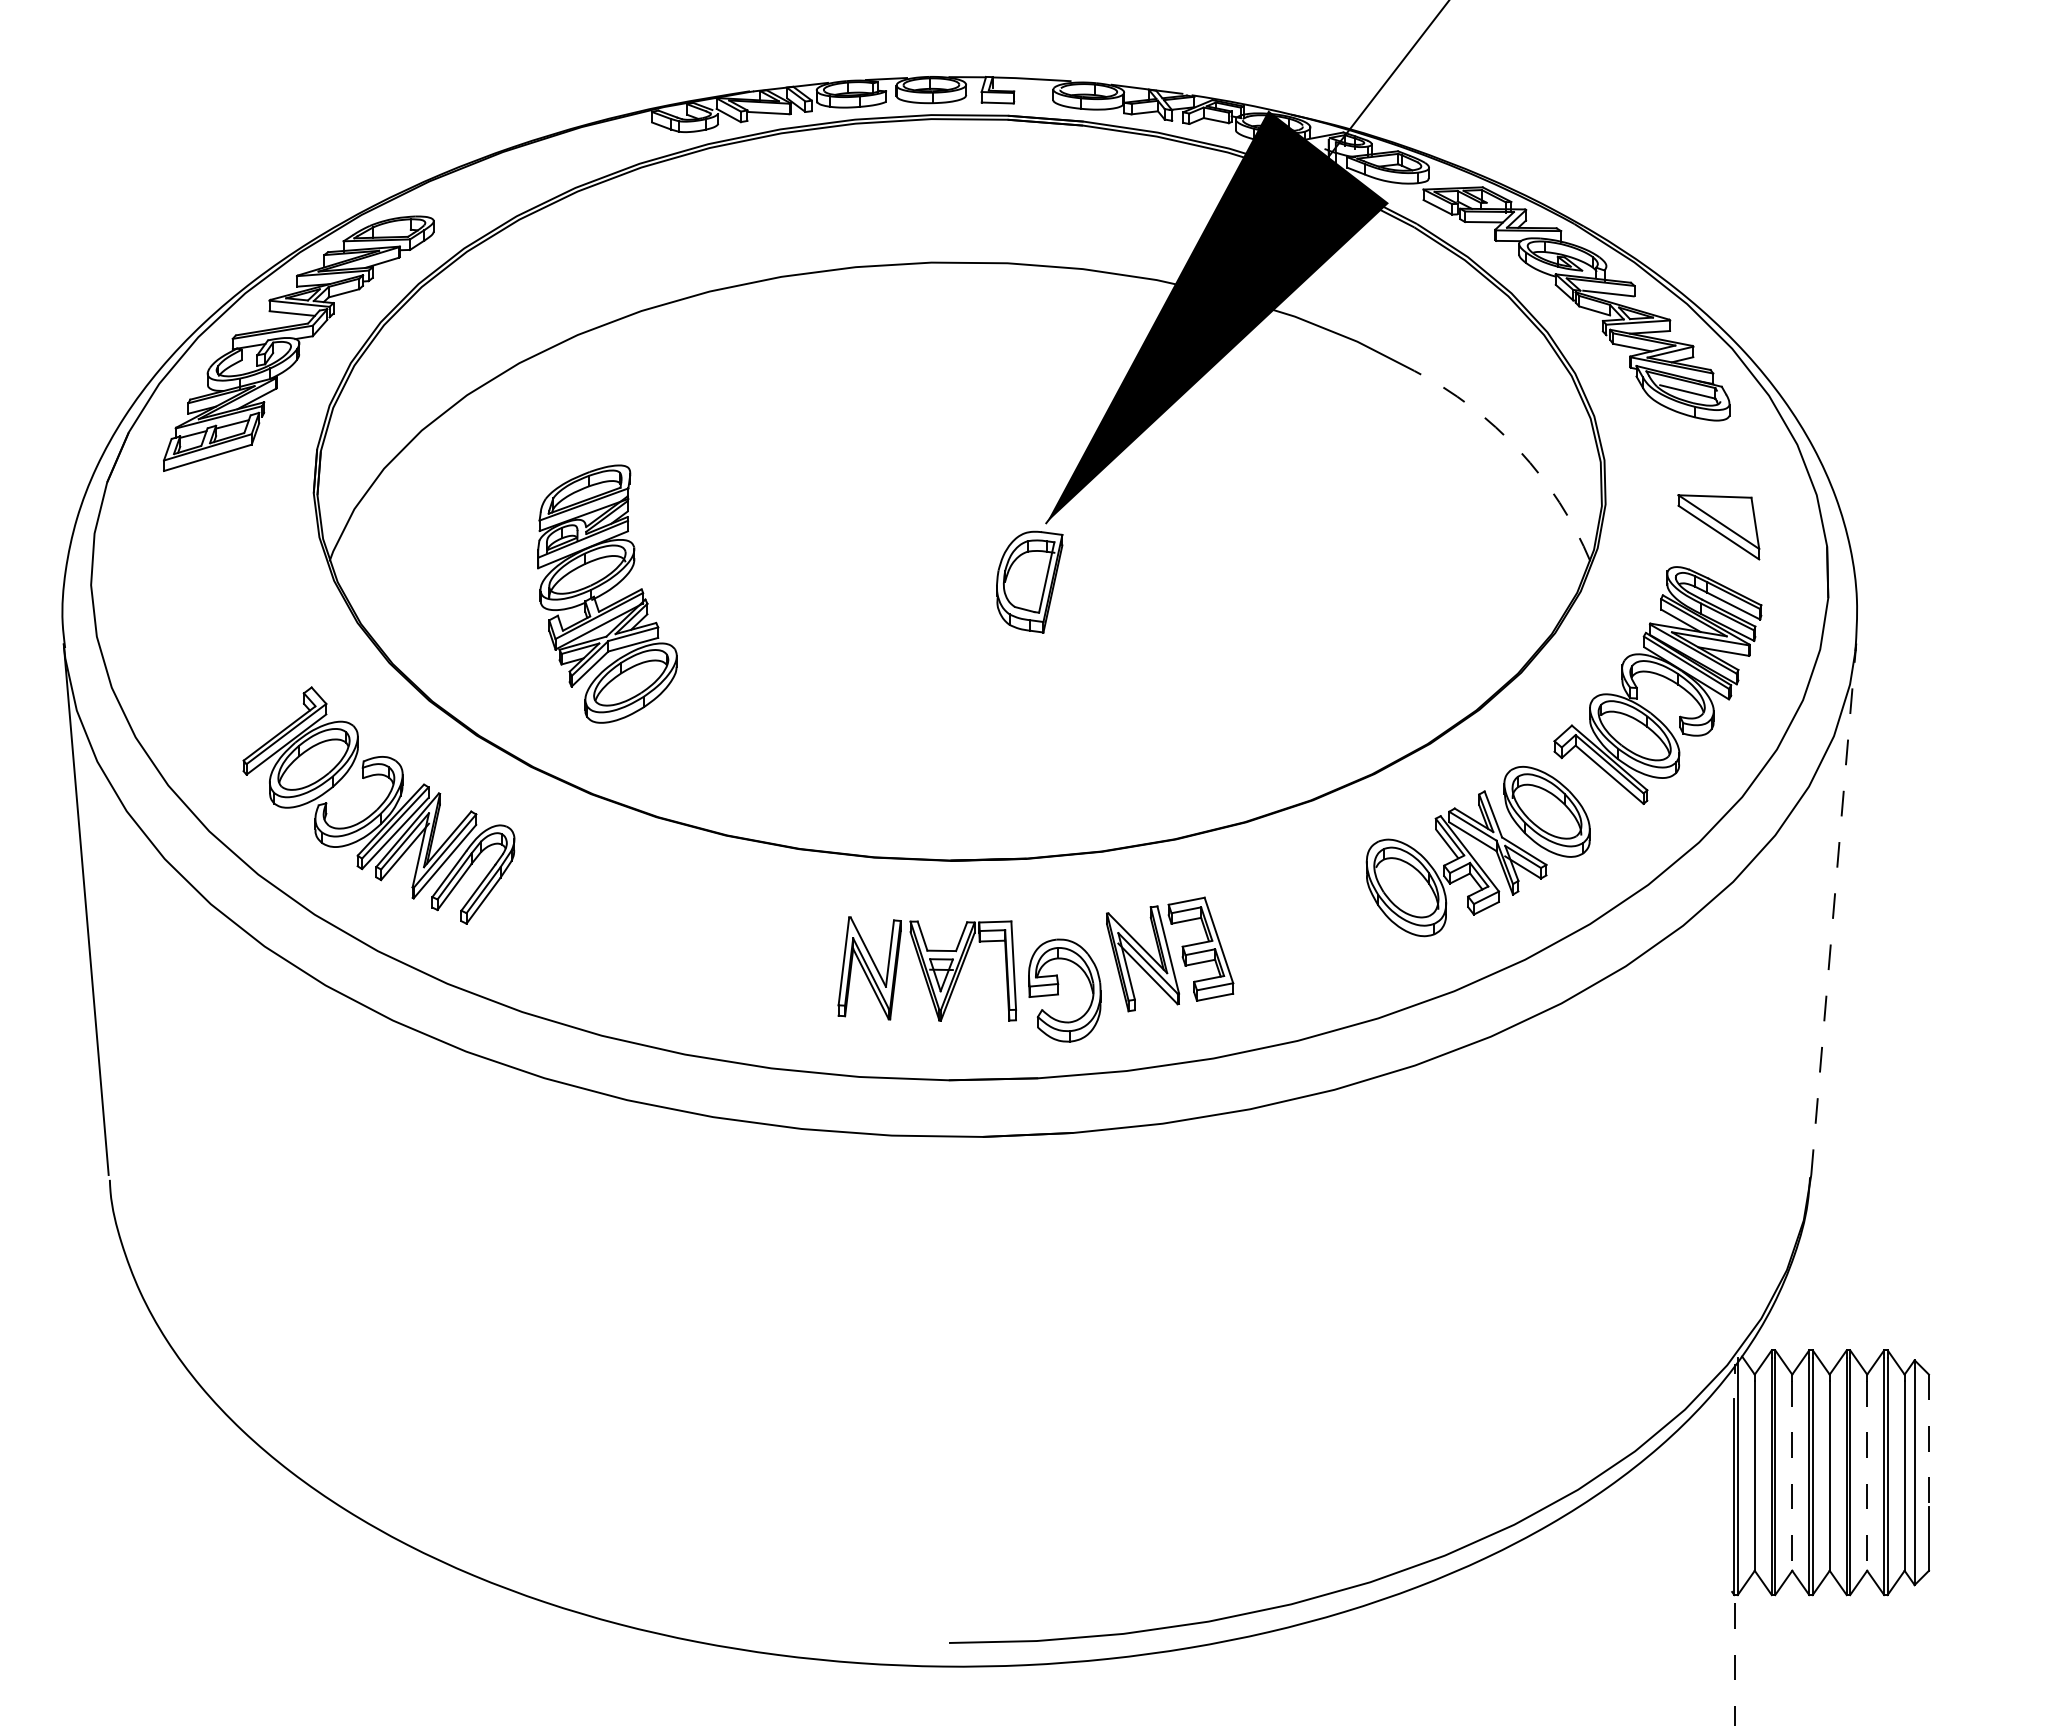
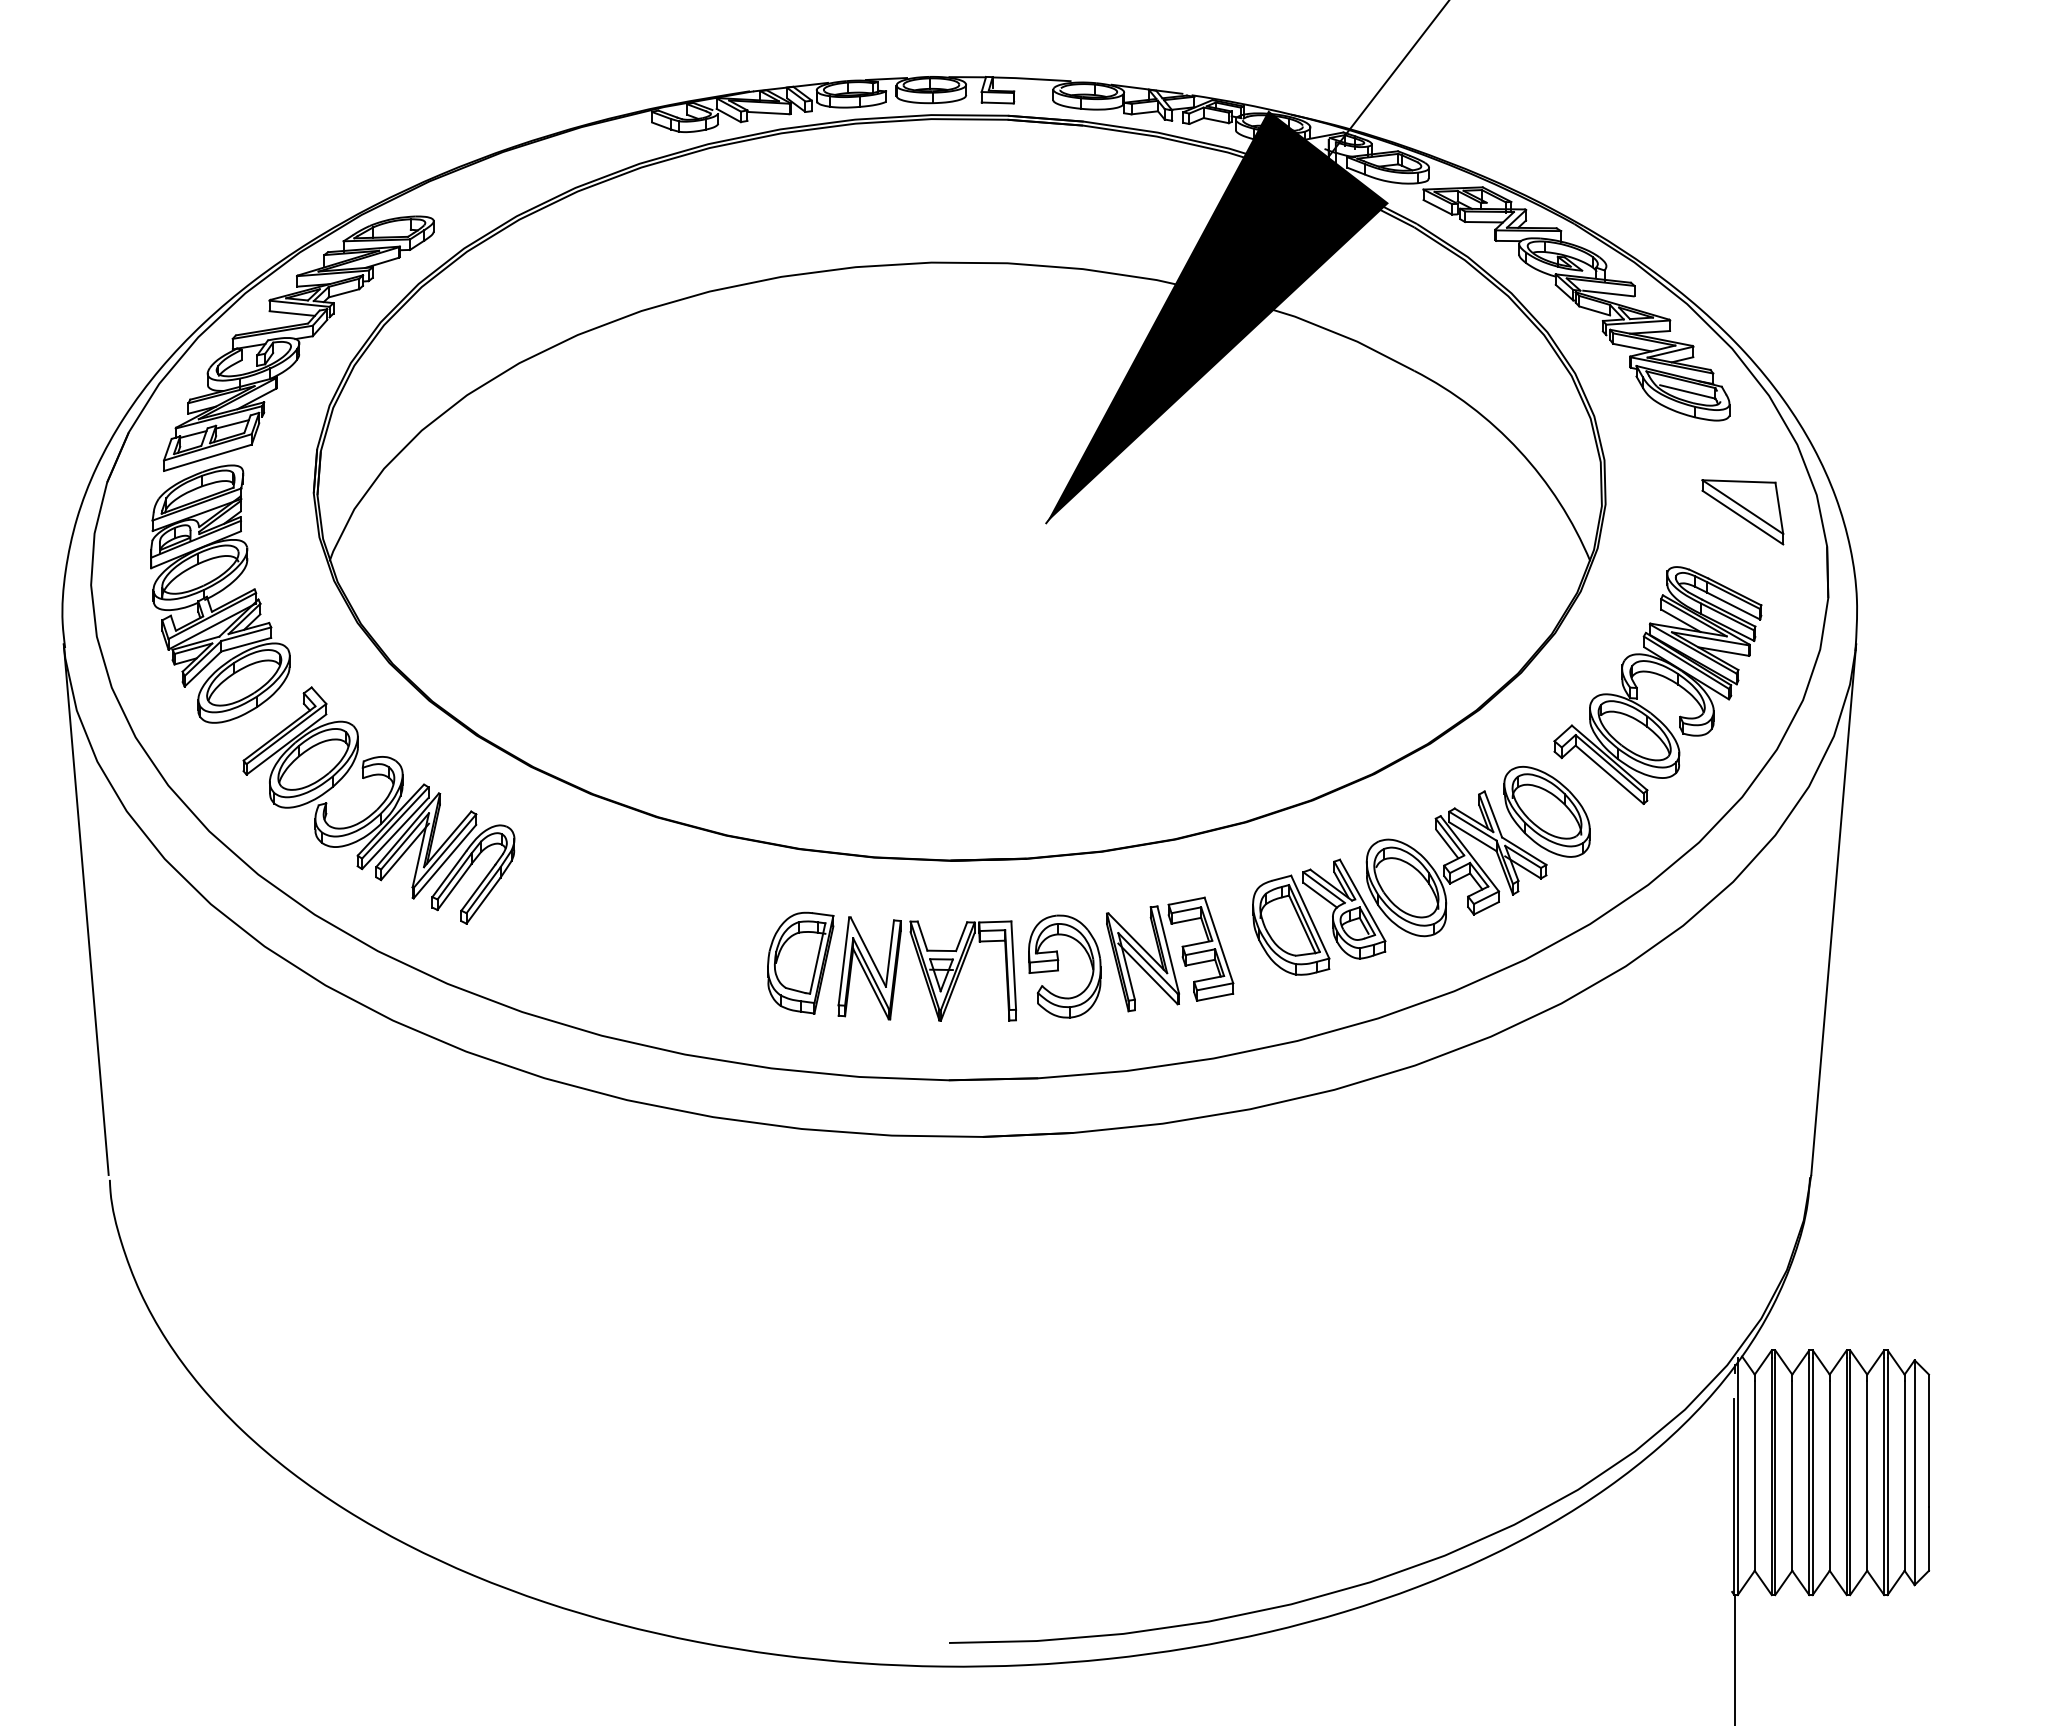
arc at (1519, 450): dashed -> solid
part at (1718, 527) position: (1718, 527) -> (1742, 512)
part at (1029, 581) position: (1029, 581) -> (800, 962)
part at (607, 593) position: (607, 593) -> (220, 593)
line at (1833, 909): dashed -> solid
part at (1312, 919): none -> present
part at (1064, 990) position: (1064, 990) -> (1064, 966)
line at (1928, 1441): dashed -> solid
line at (1792, 1475): dashed -> solid
line at (1867, 1475): dashed -> solid
line at (1735, 1660): dashed -> solid
